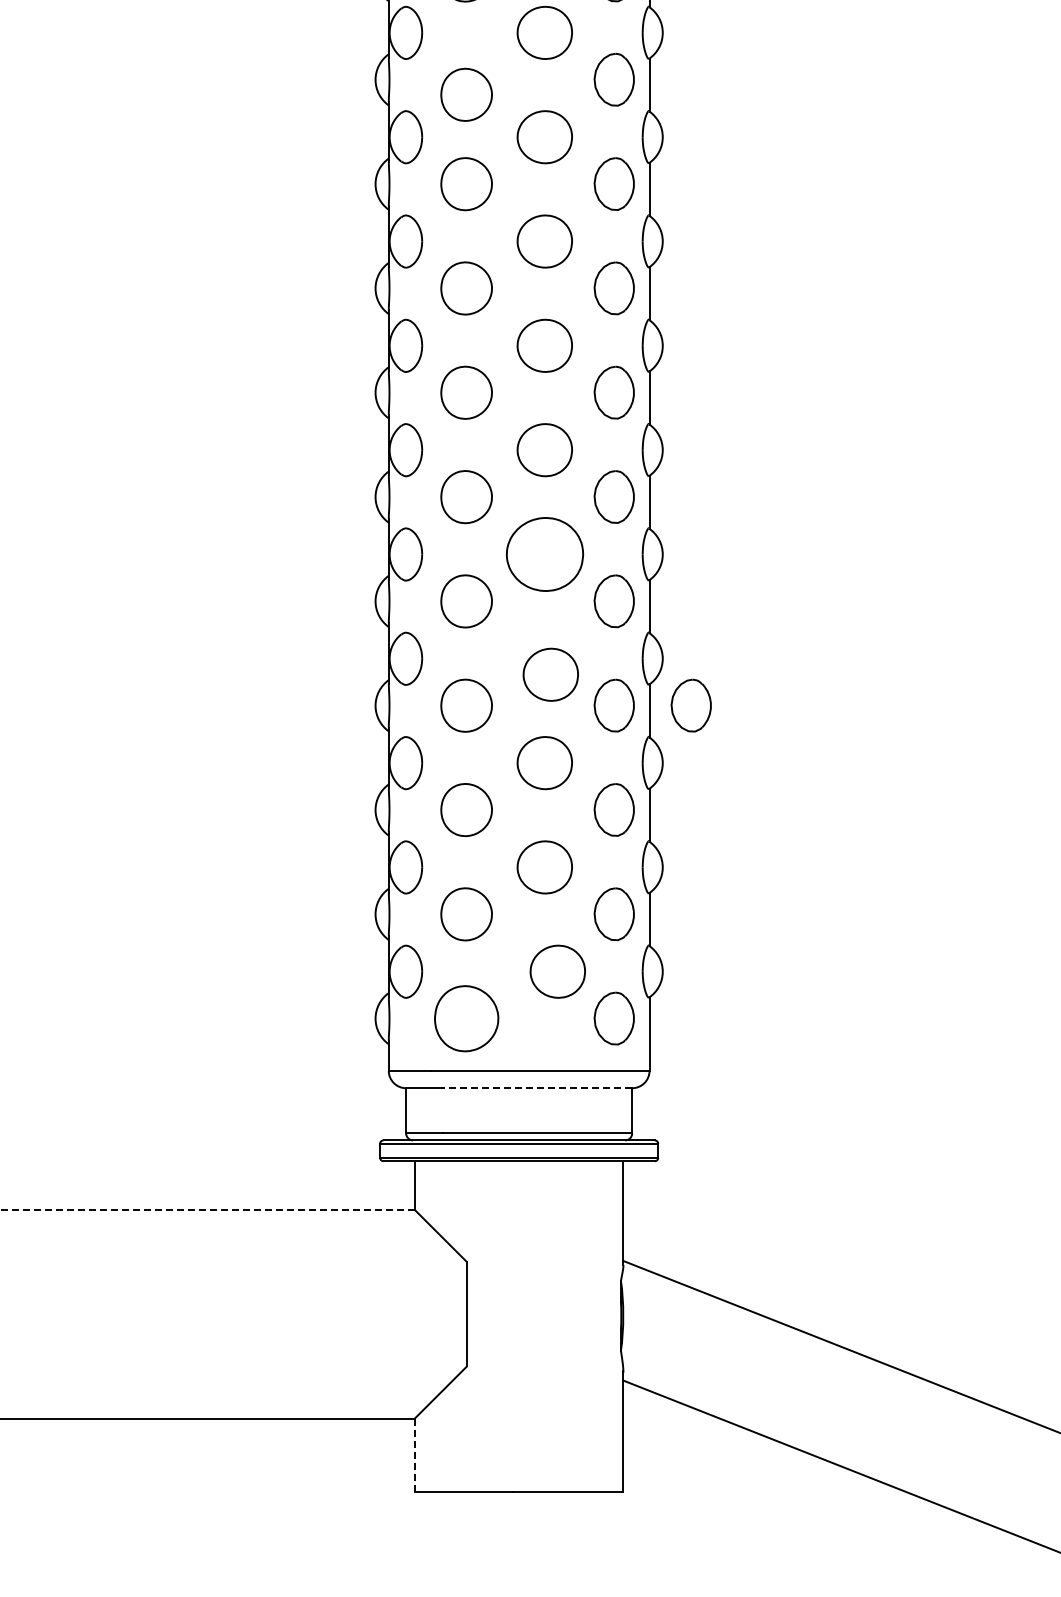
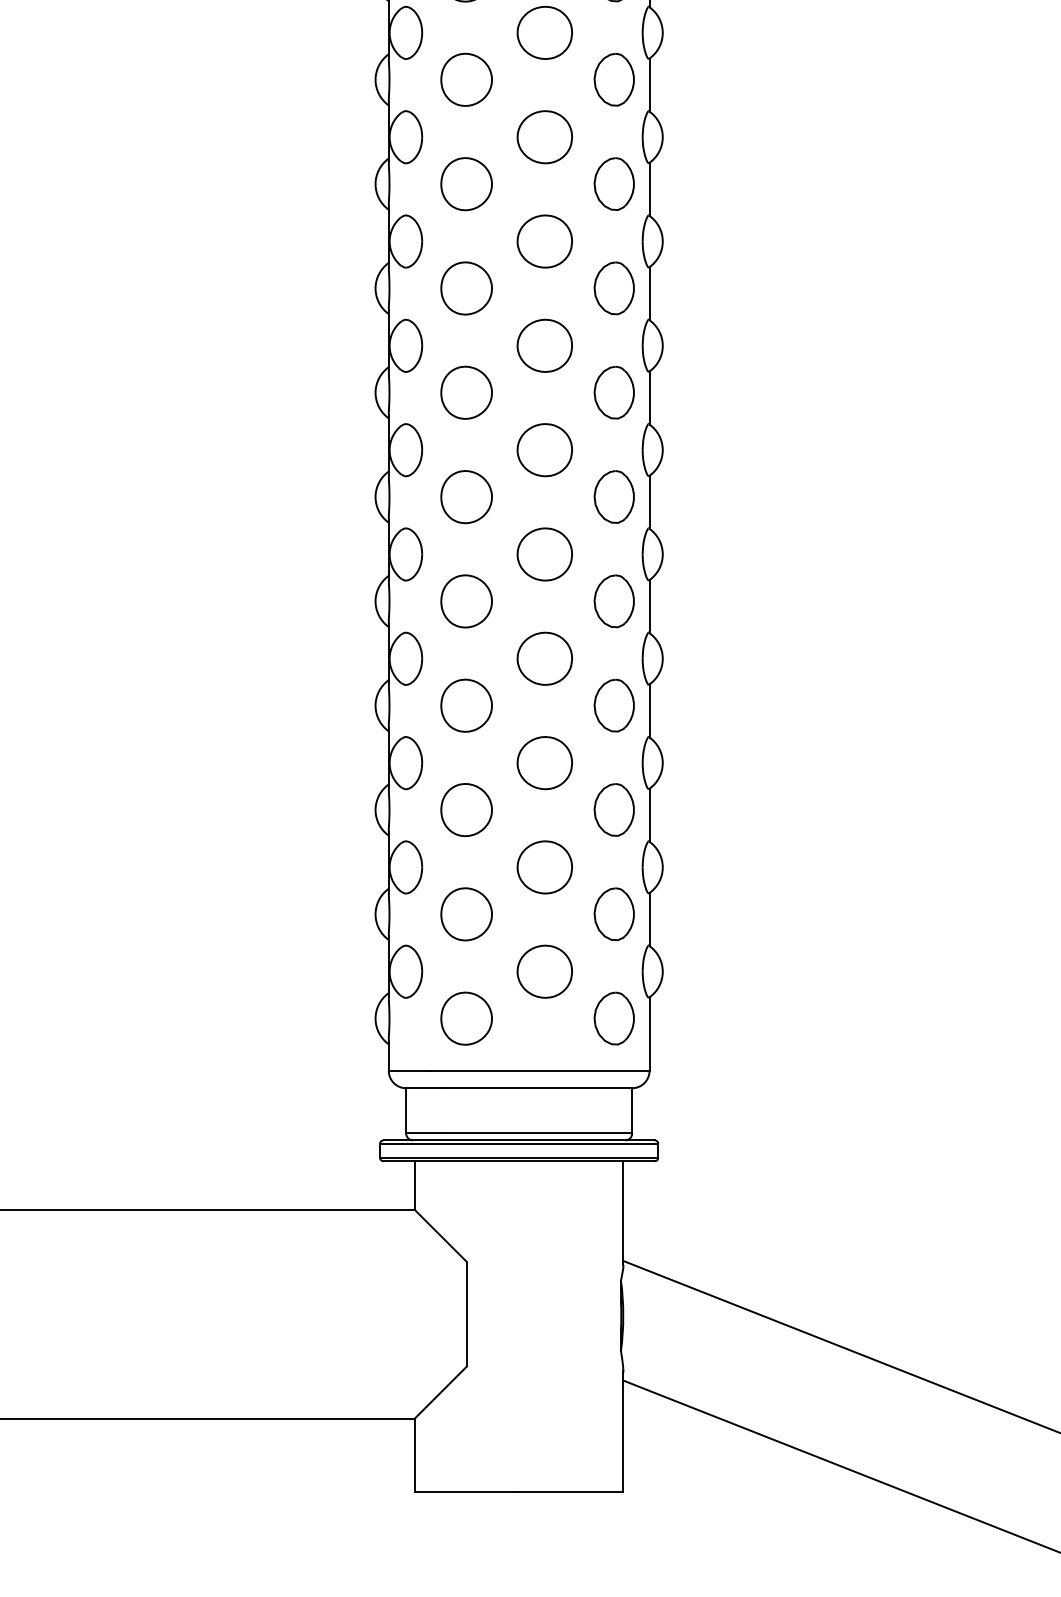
part at (466, 94) position: (466, 94) -> (466, 79)
part at (544, 554) size: 80x75 px -> 57x55 px
part at (550, 674) position: (550, 674) -> (544, 658)
part at (690, 705): present -> none
part at (557, 971) position: (557, 971) -> (544, 971)
part at (466, 1018) size: 66x68 px -> 53x55 px
line at (537, 1088): dashed -> solid
line at (207, 1209): dashed -> solid
line at (414, 1455): dashed -> solid
